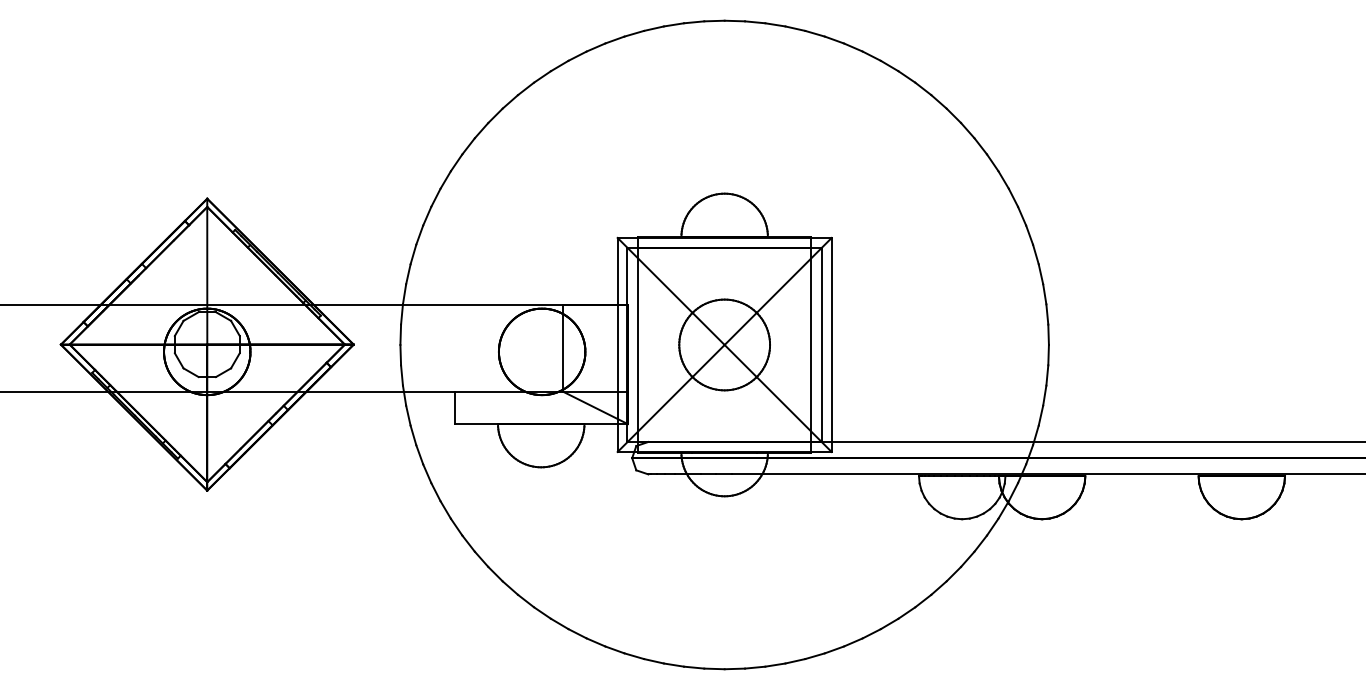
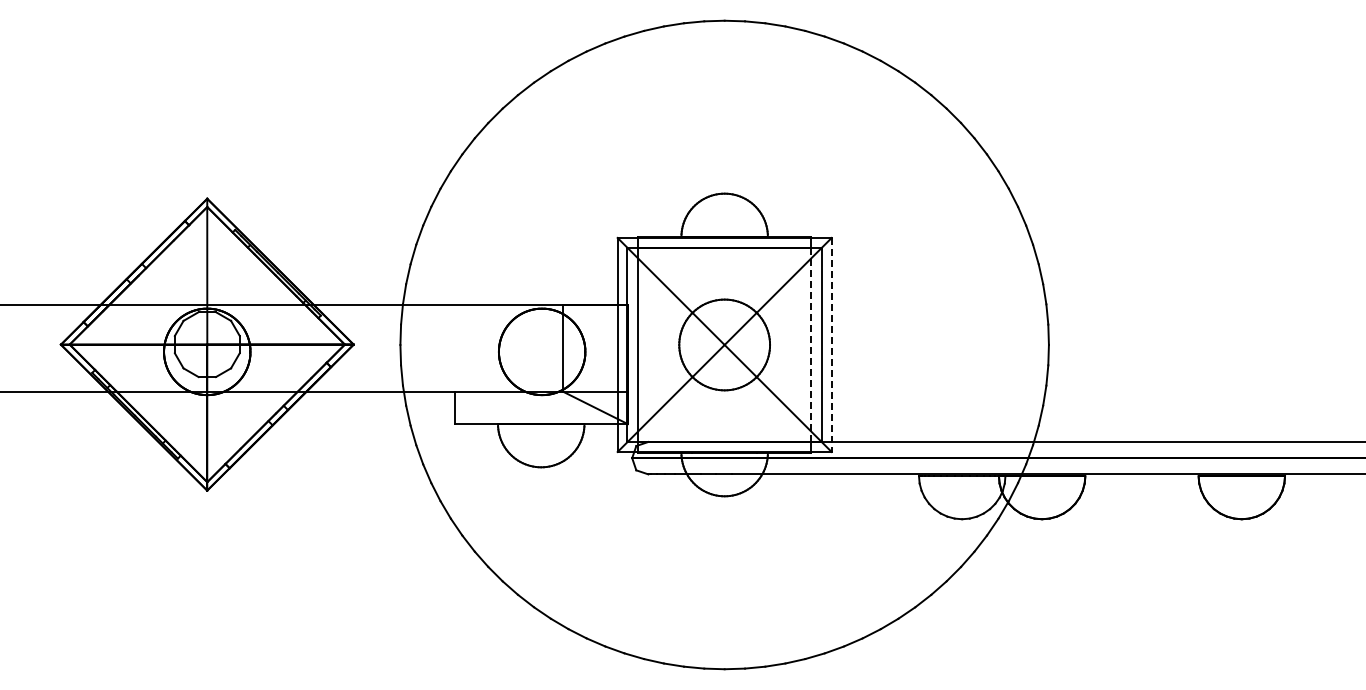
line at (811, 344): solid -> dashed
line at (831, 344): solid -> dashed
